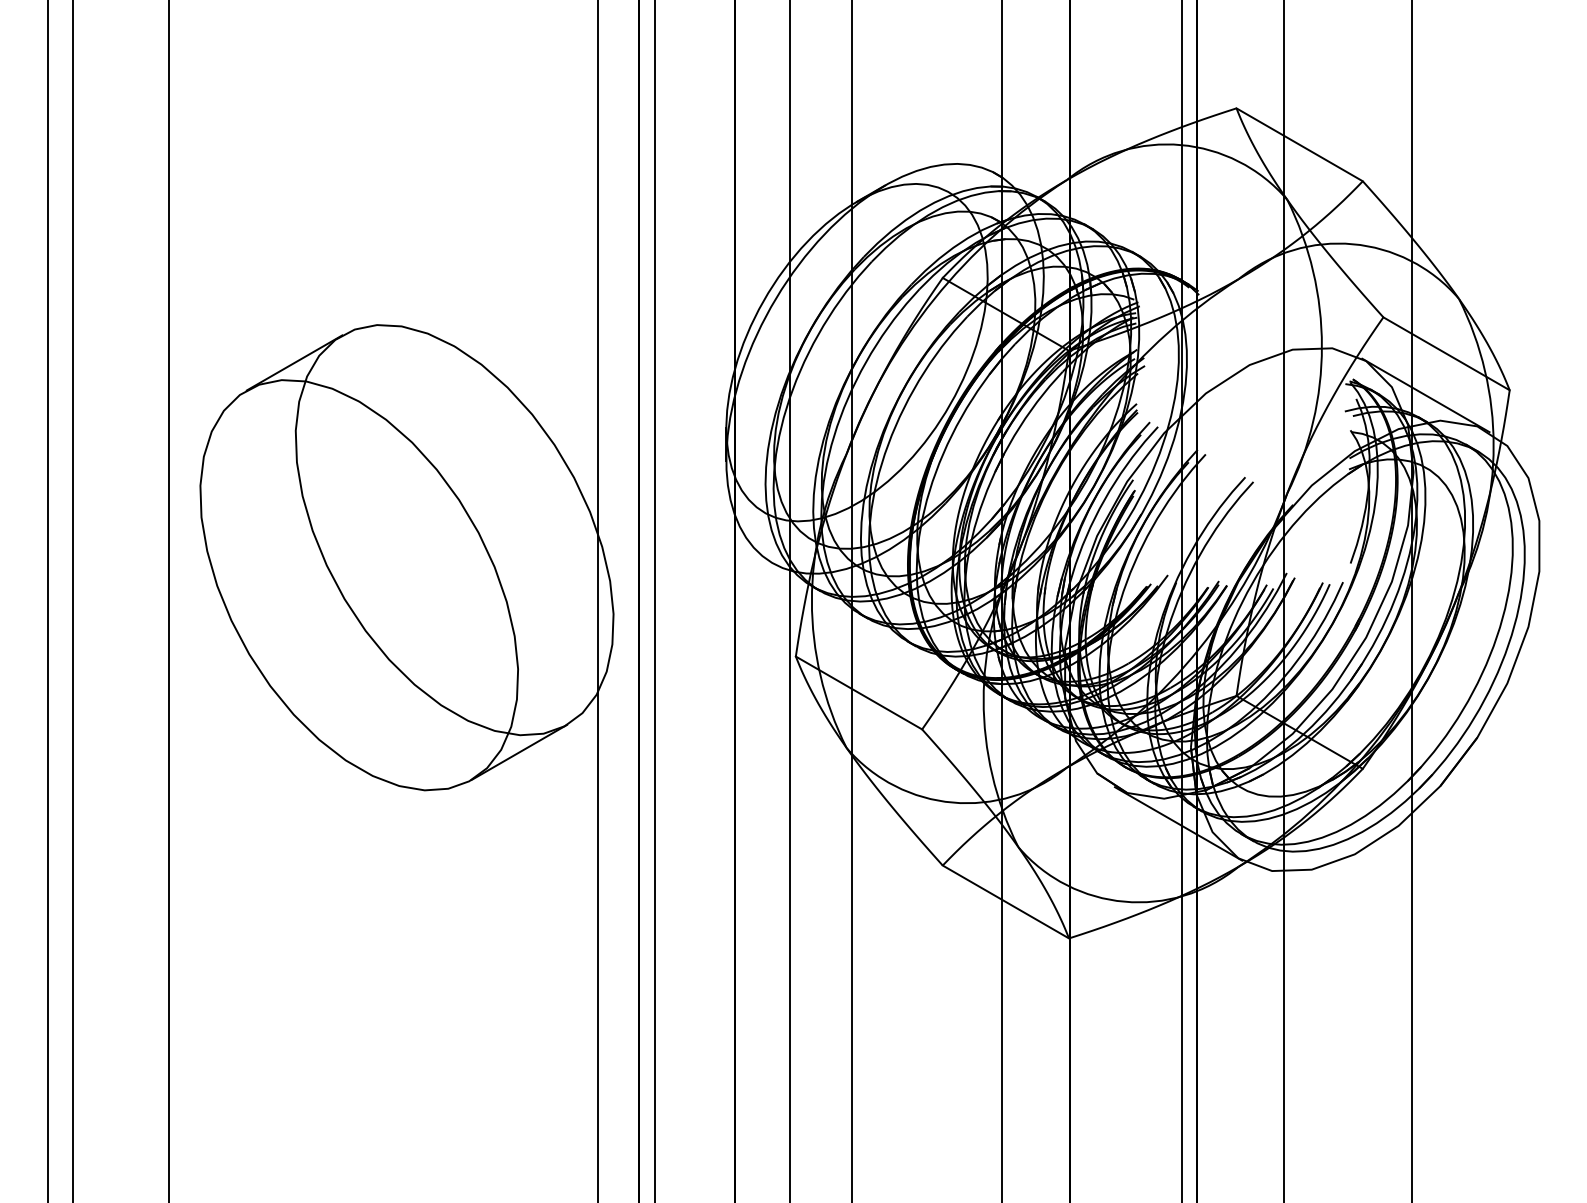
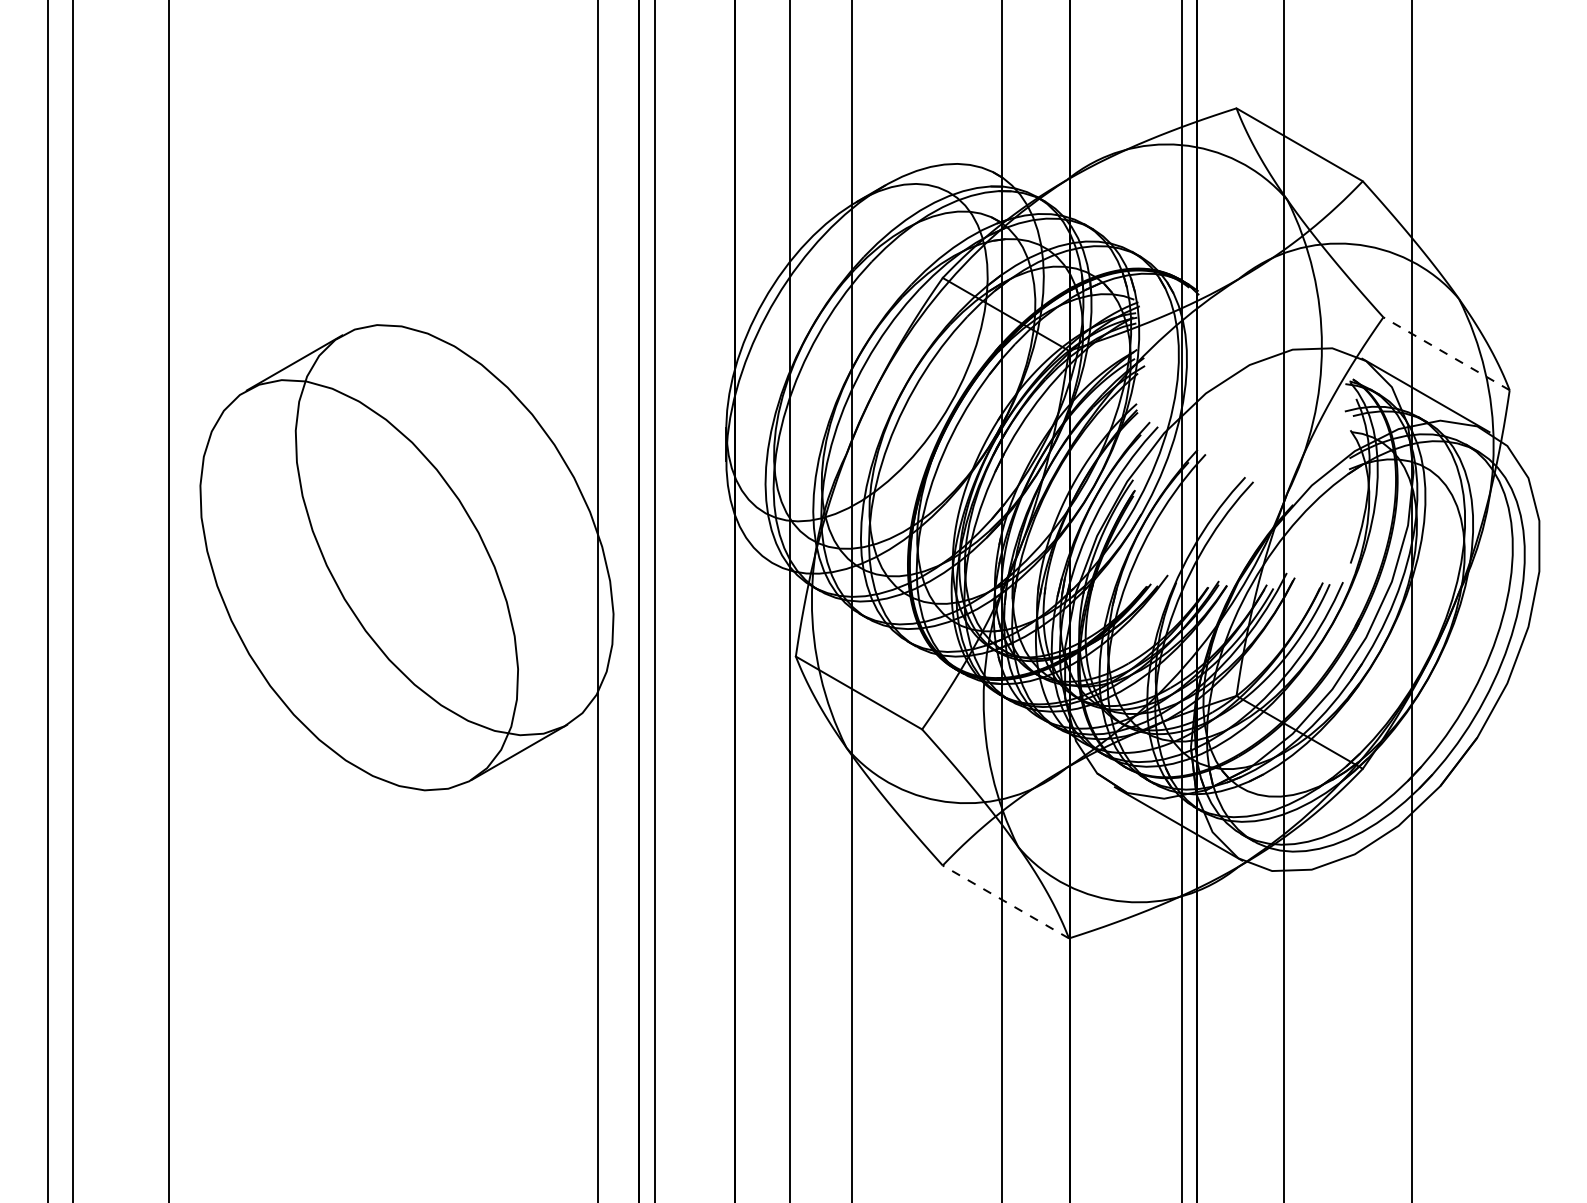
line at (1446, 353): solid -> dashed
line at (1005, 901): solid -> dashed
